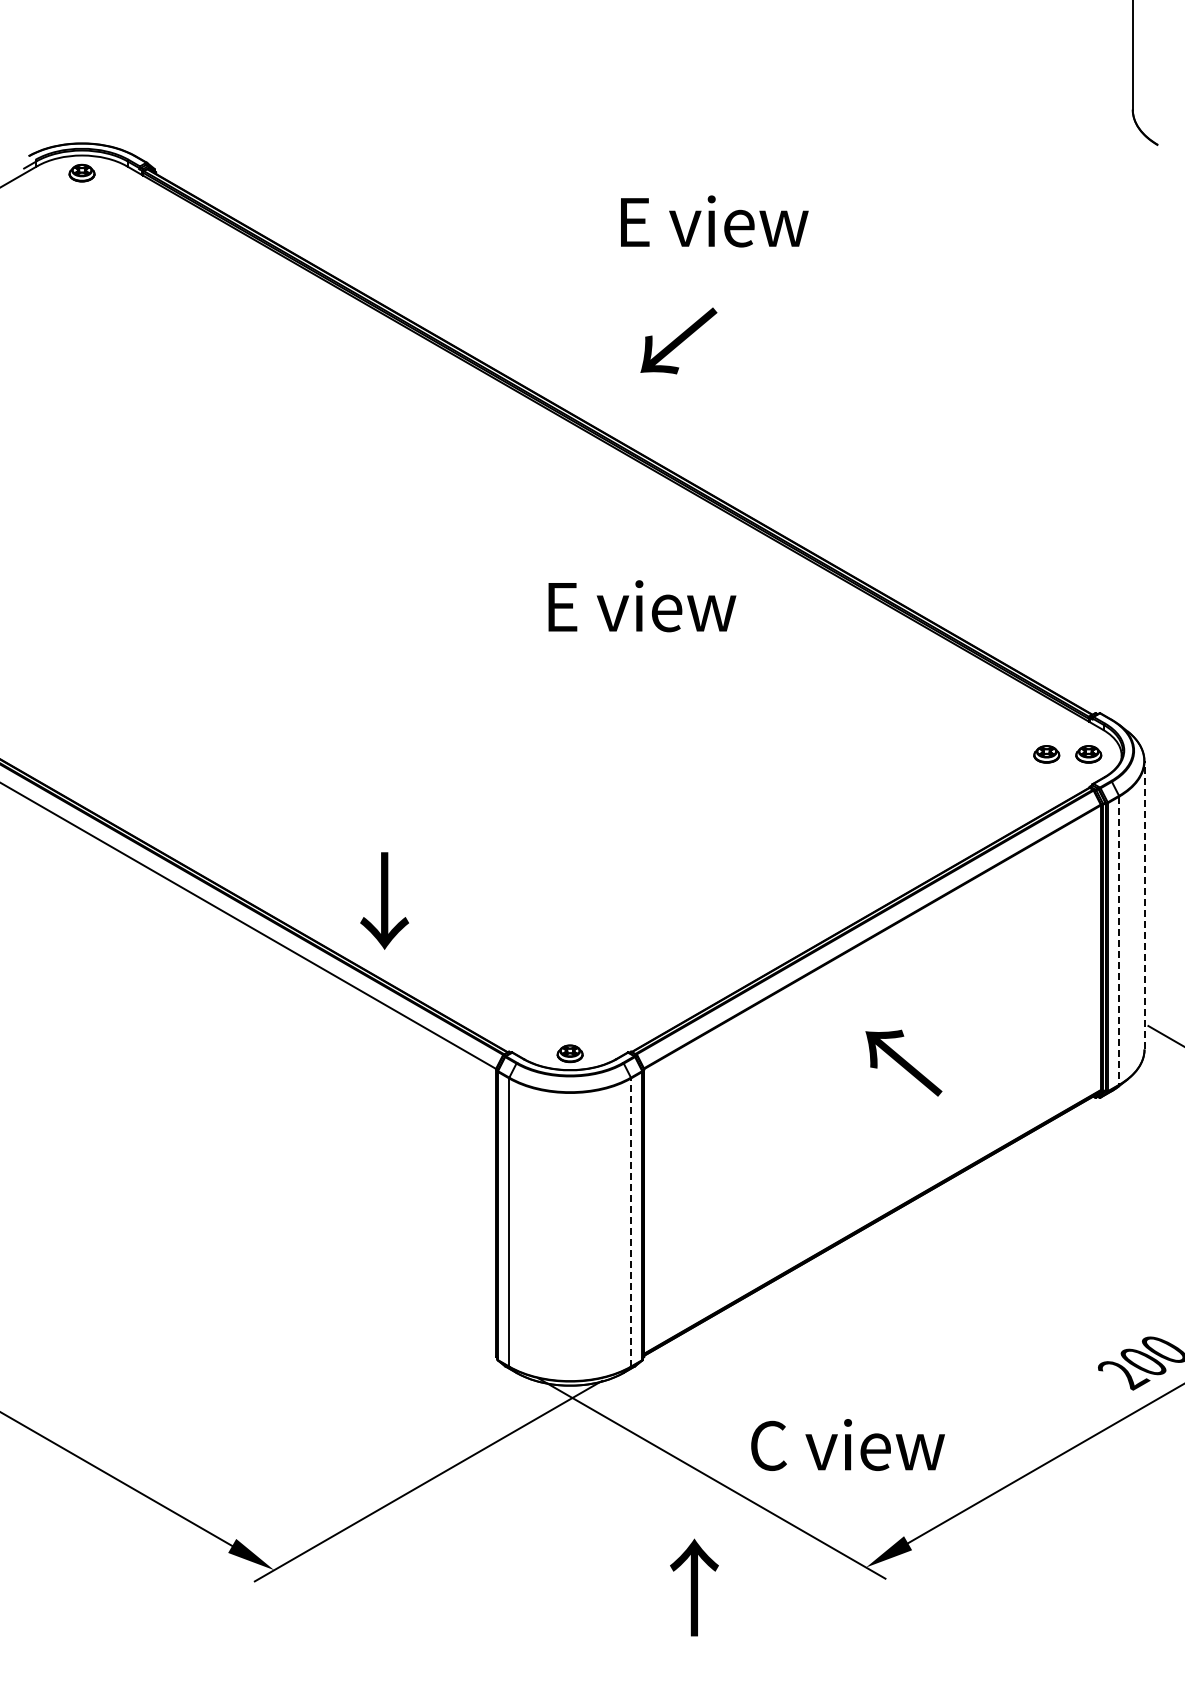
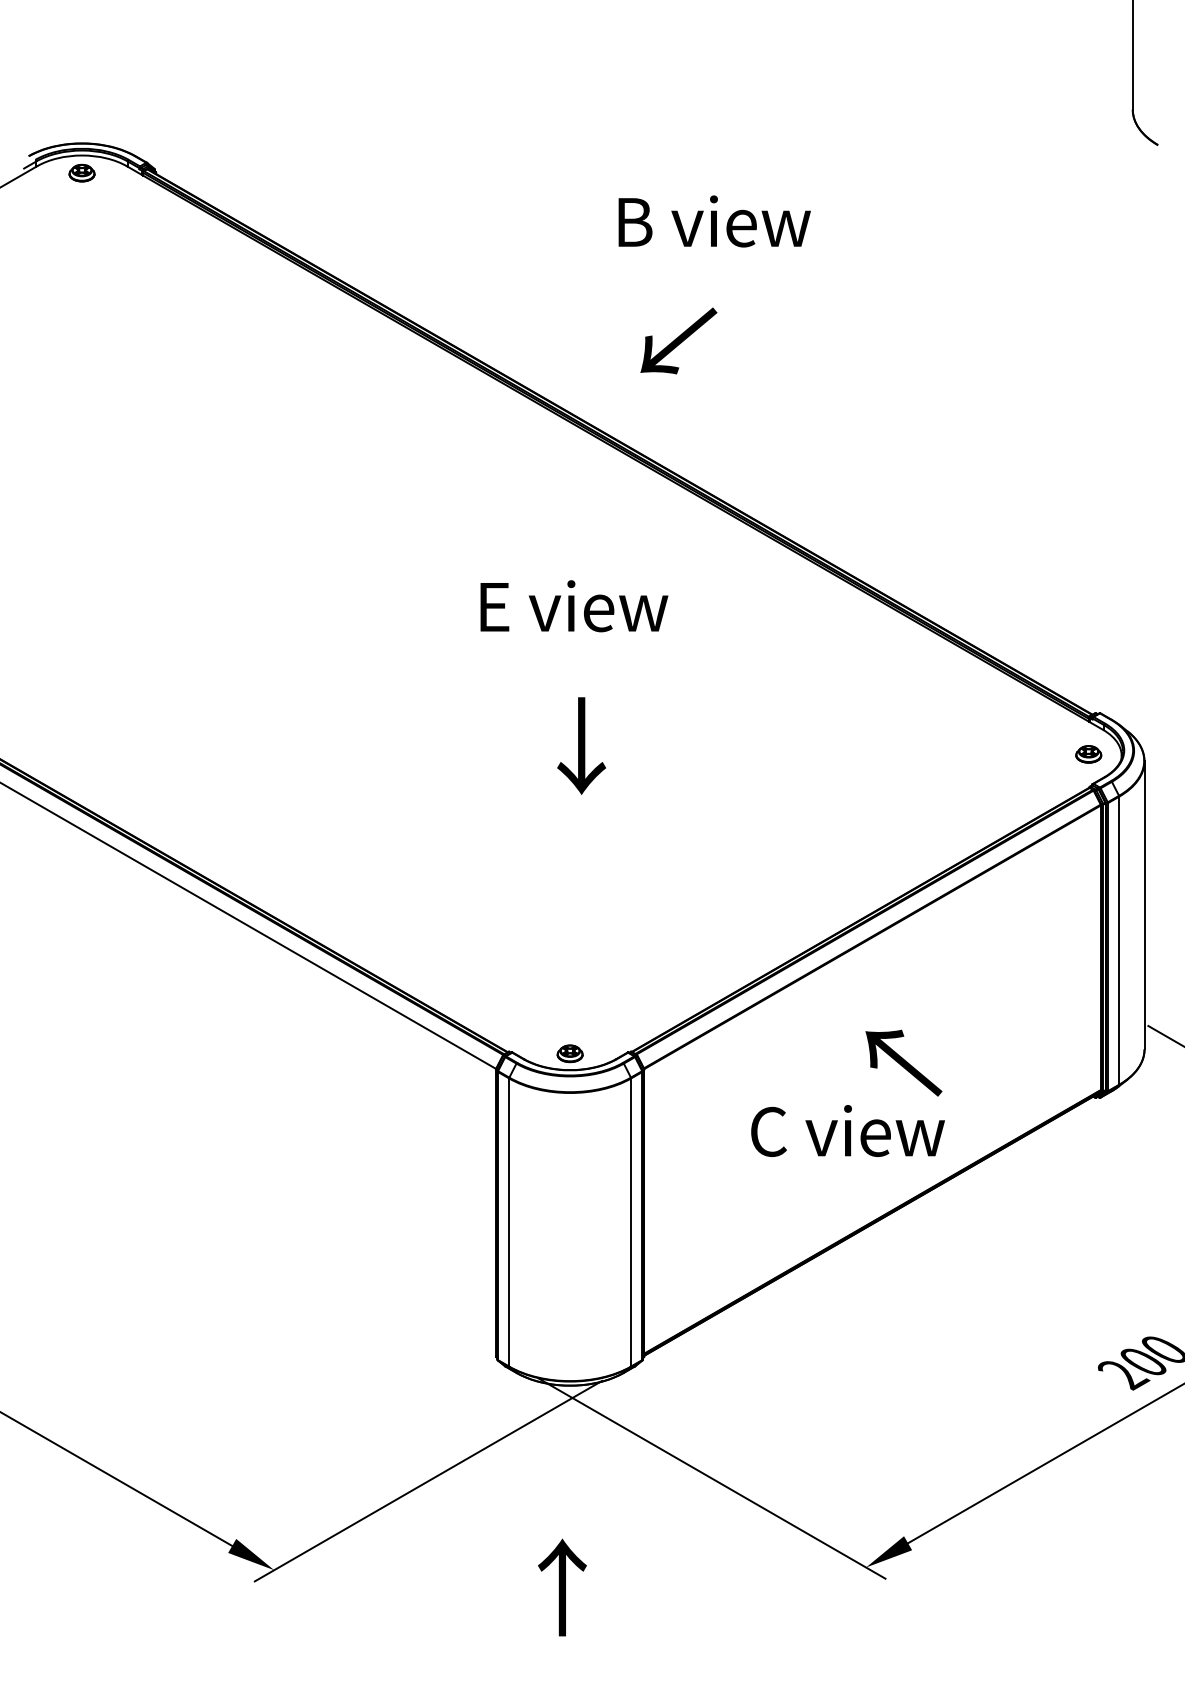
text at (714, 221): E view -> B view
text at (642, 606) position: (642, 606) -> (574, 606)
part at (1046, 754): present -> none
text at (384, 900) position: (384, 900) -> (581, 745)
line at (1144, 904): dashed -> solid
line at (1119, 941): dashed -> solid
line at (631, 1221): dashed -> solid
text at (847, 1444) position: (847, 1444) -> (847, 1130)
text at (694, 1587) position: (694, 1587) -> (562, 1587)
